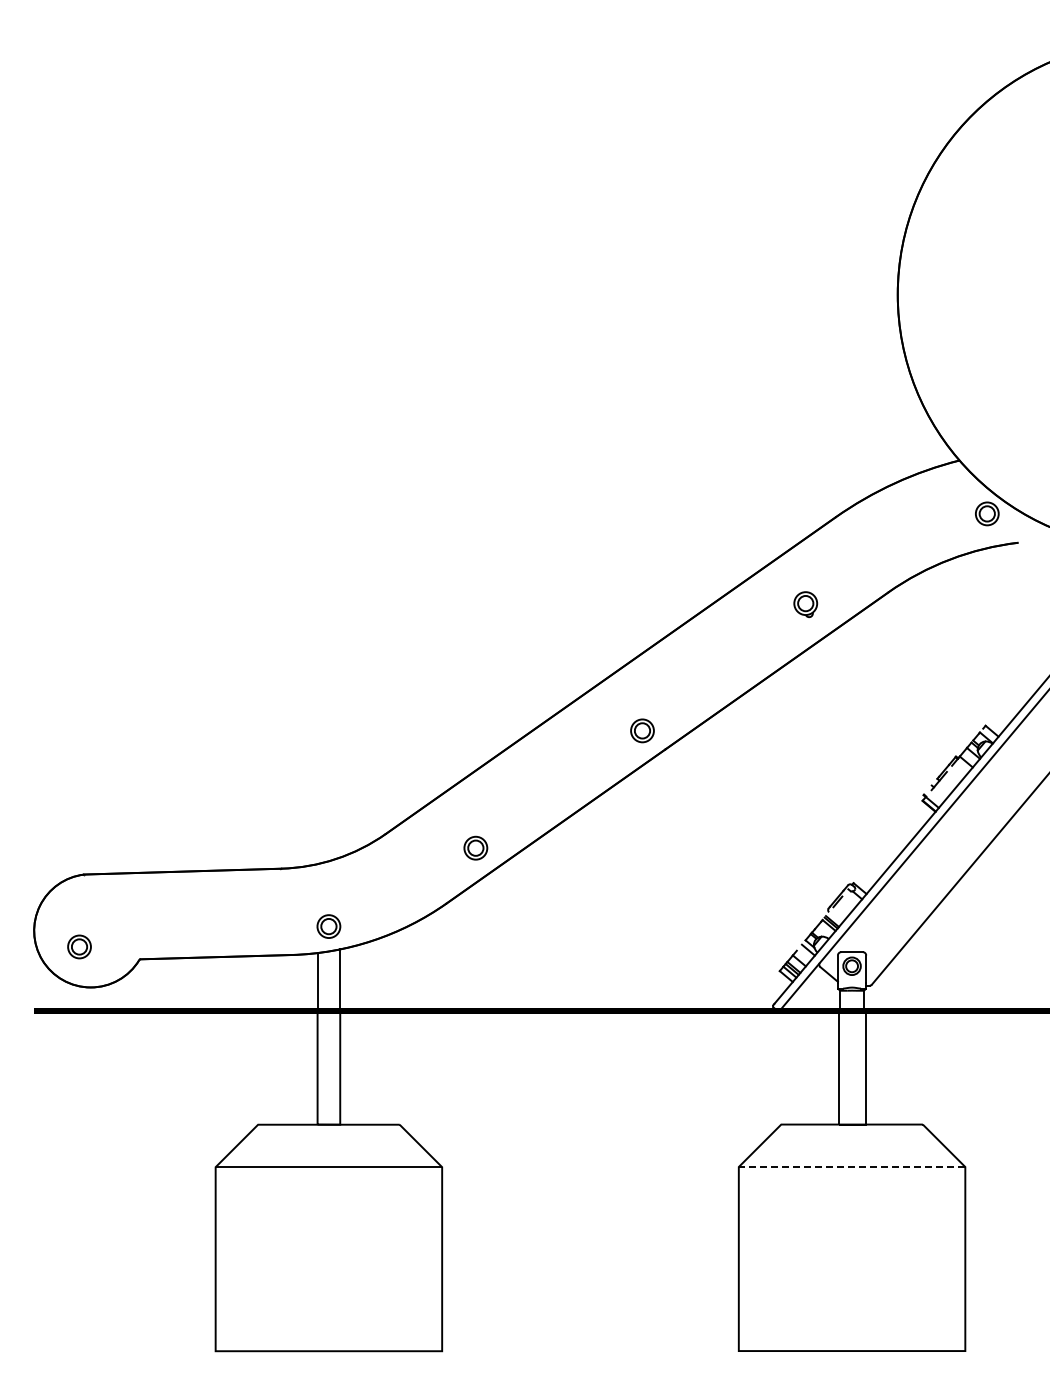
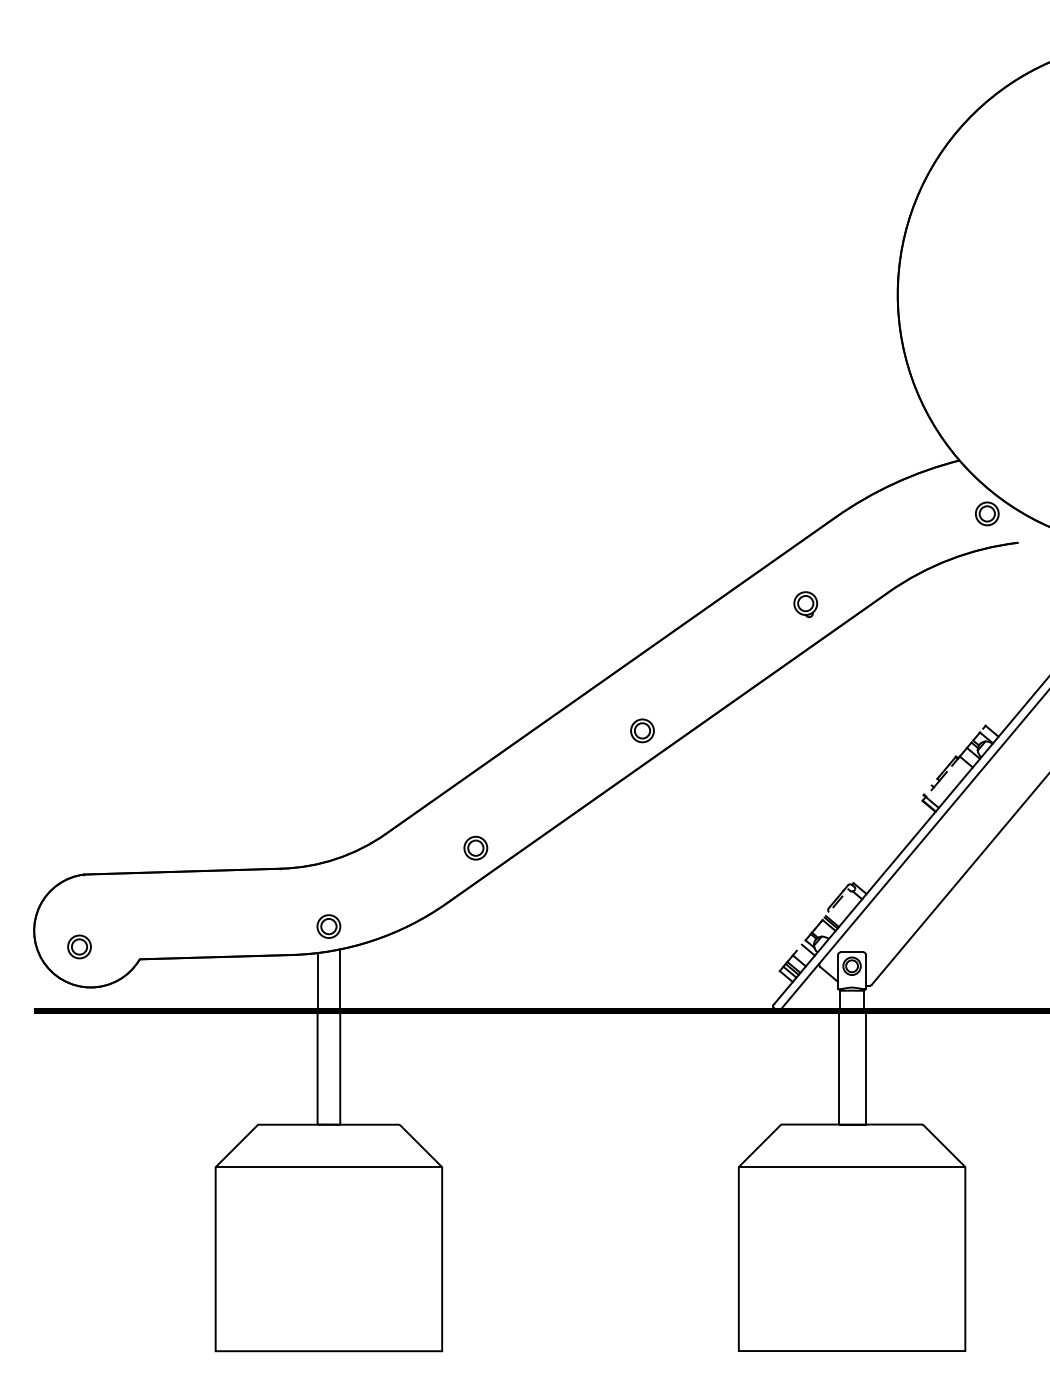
line at (851, 1167): dashed -> solid
